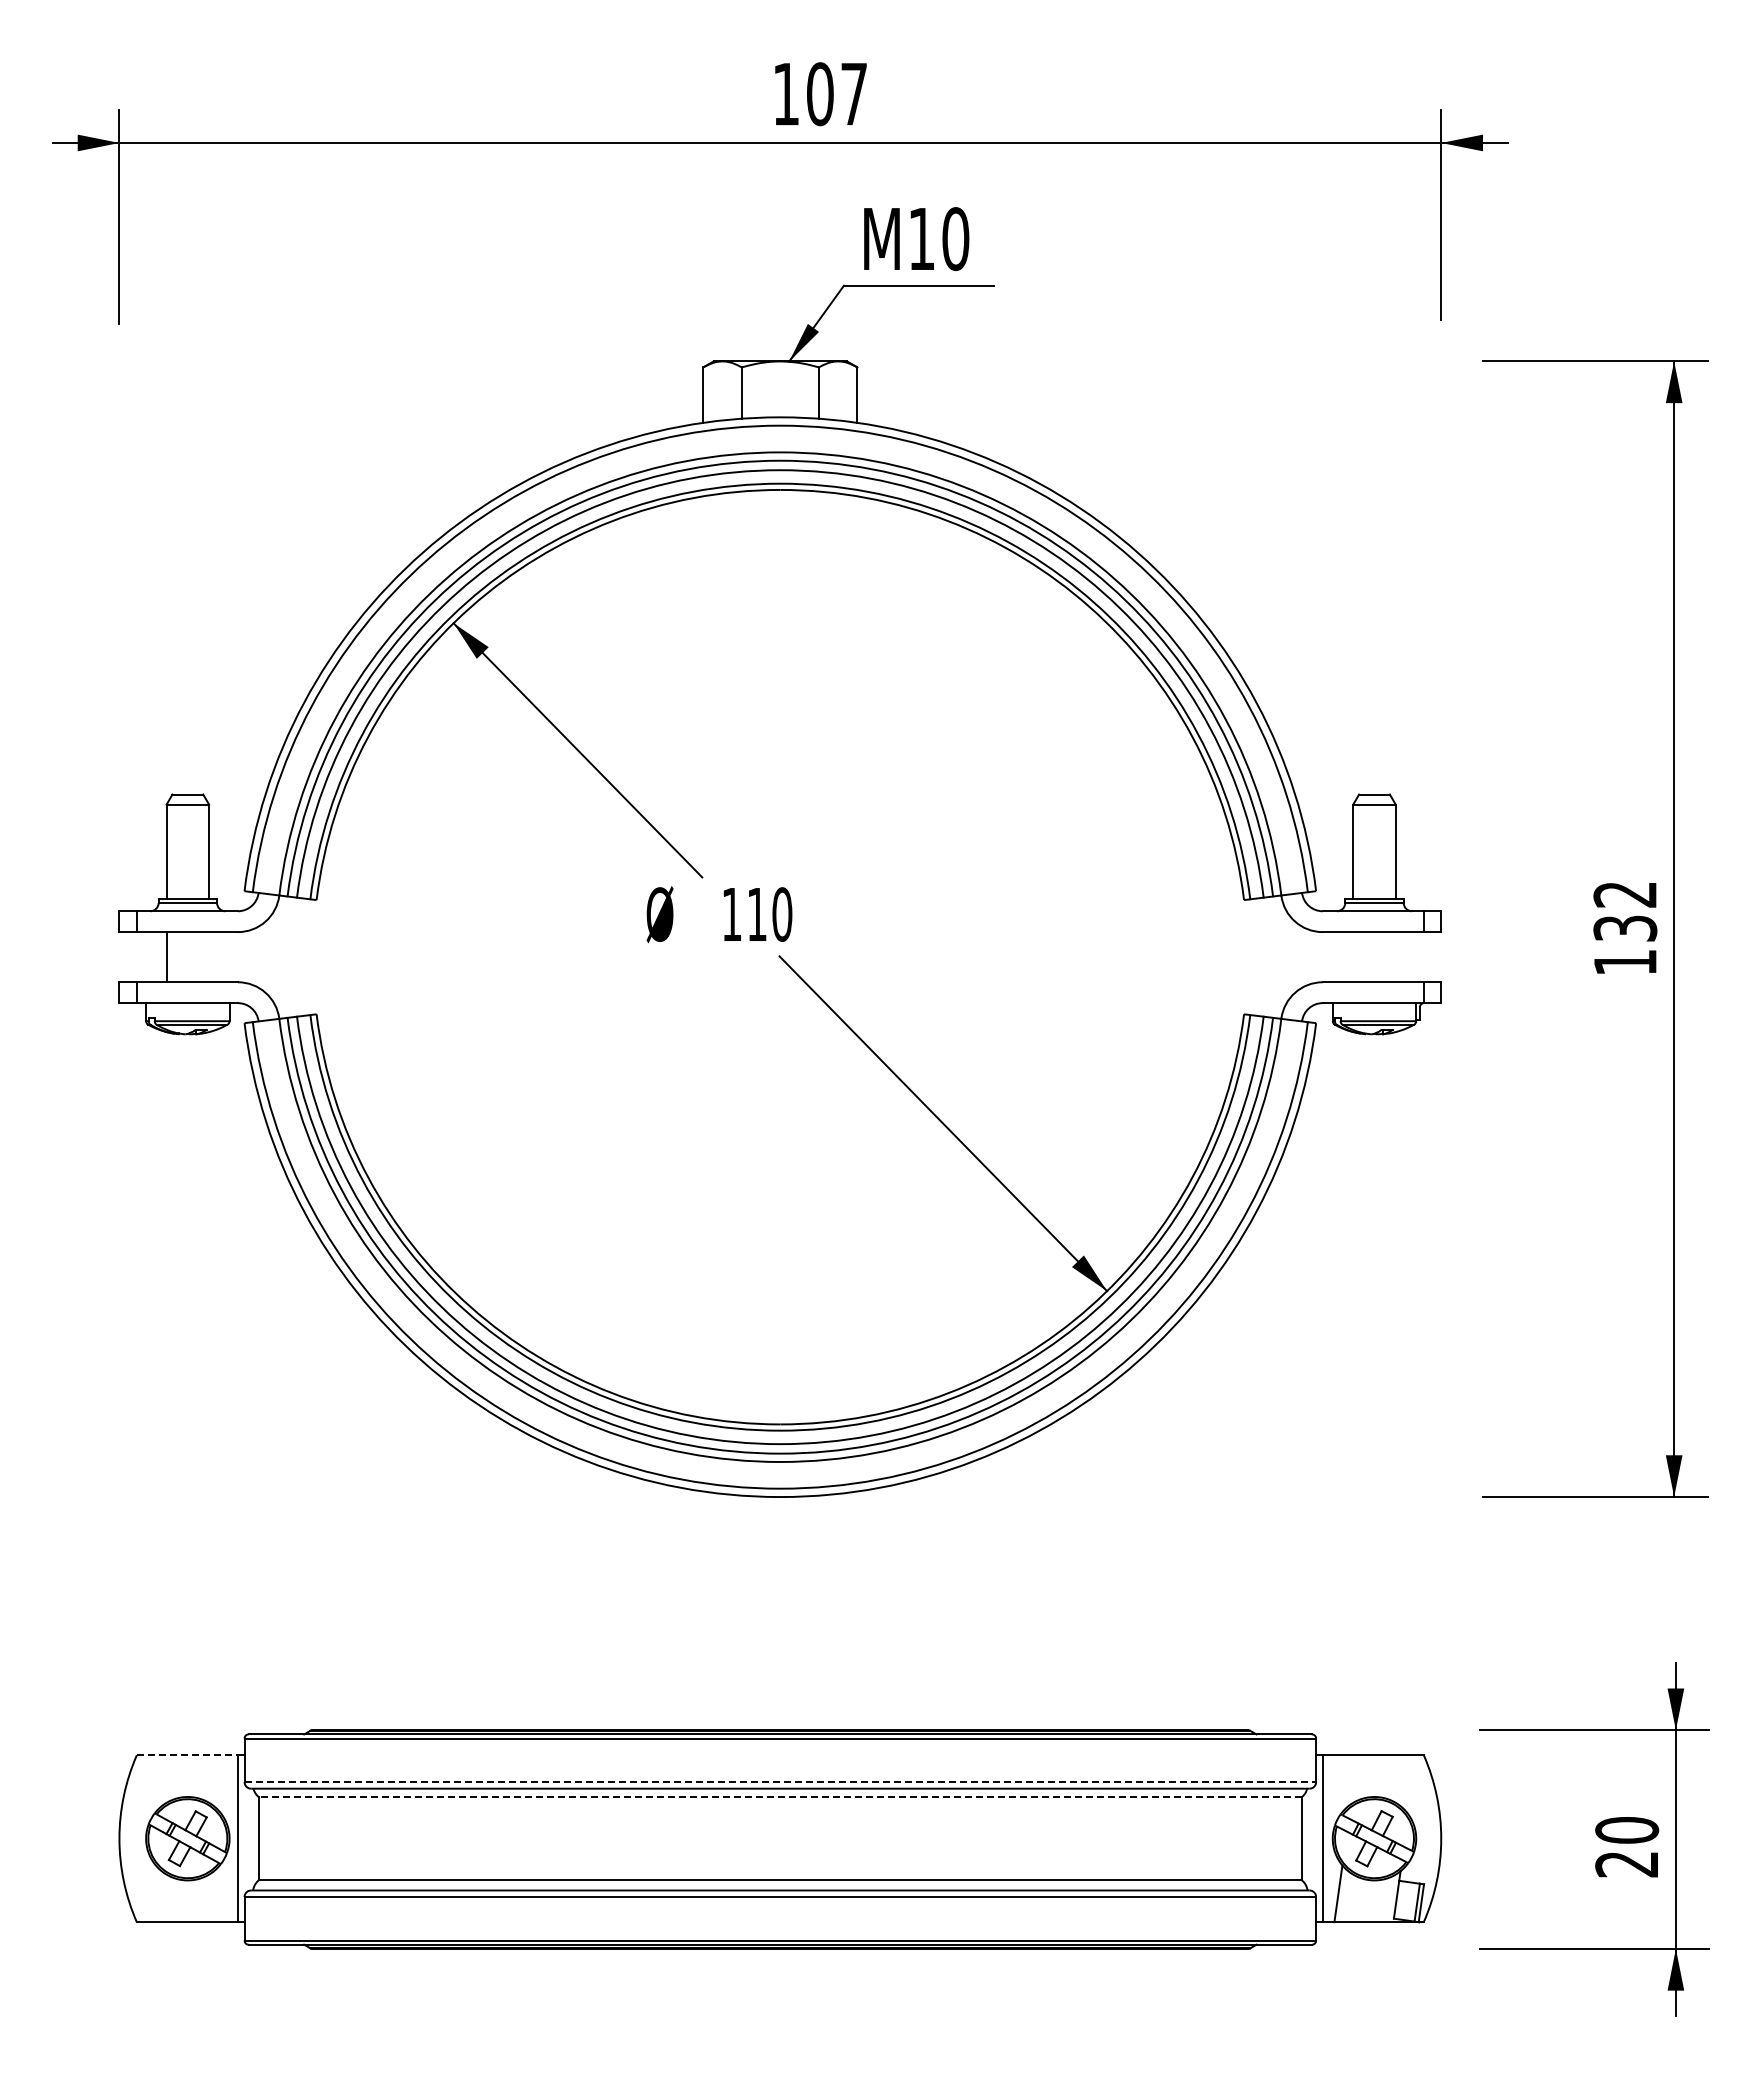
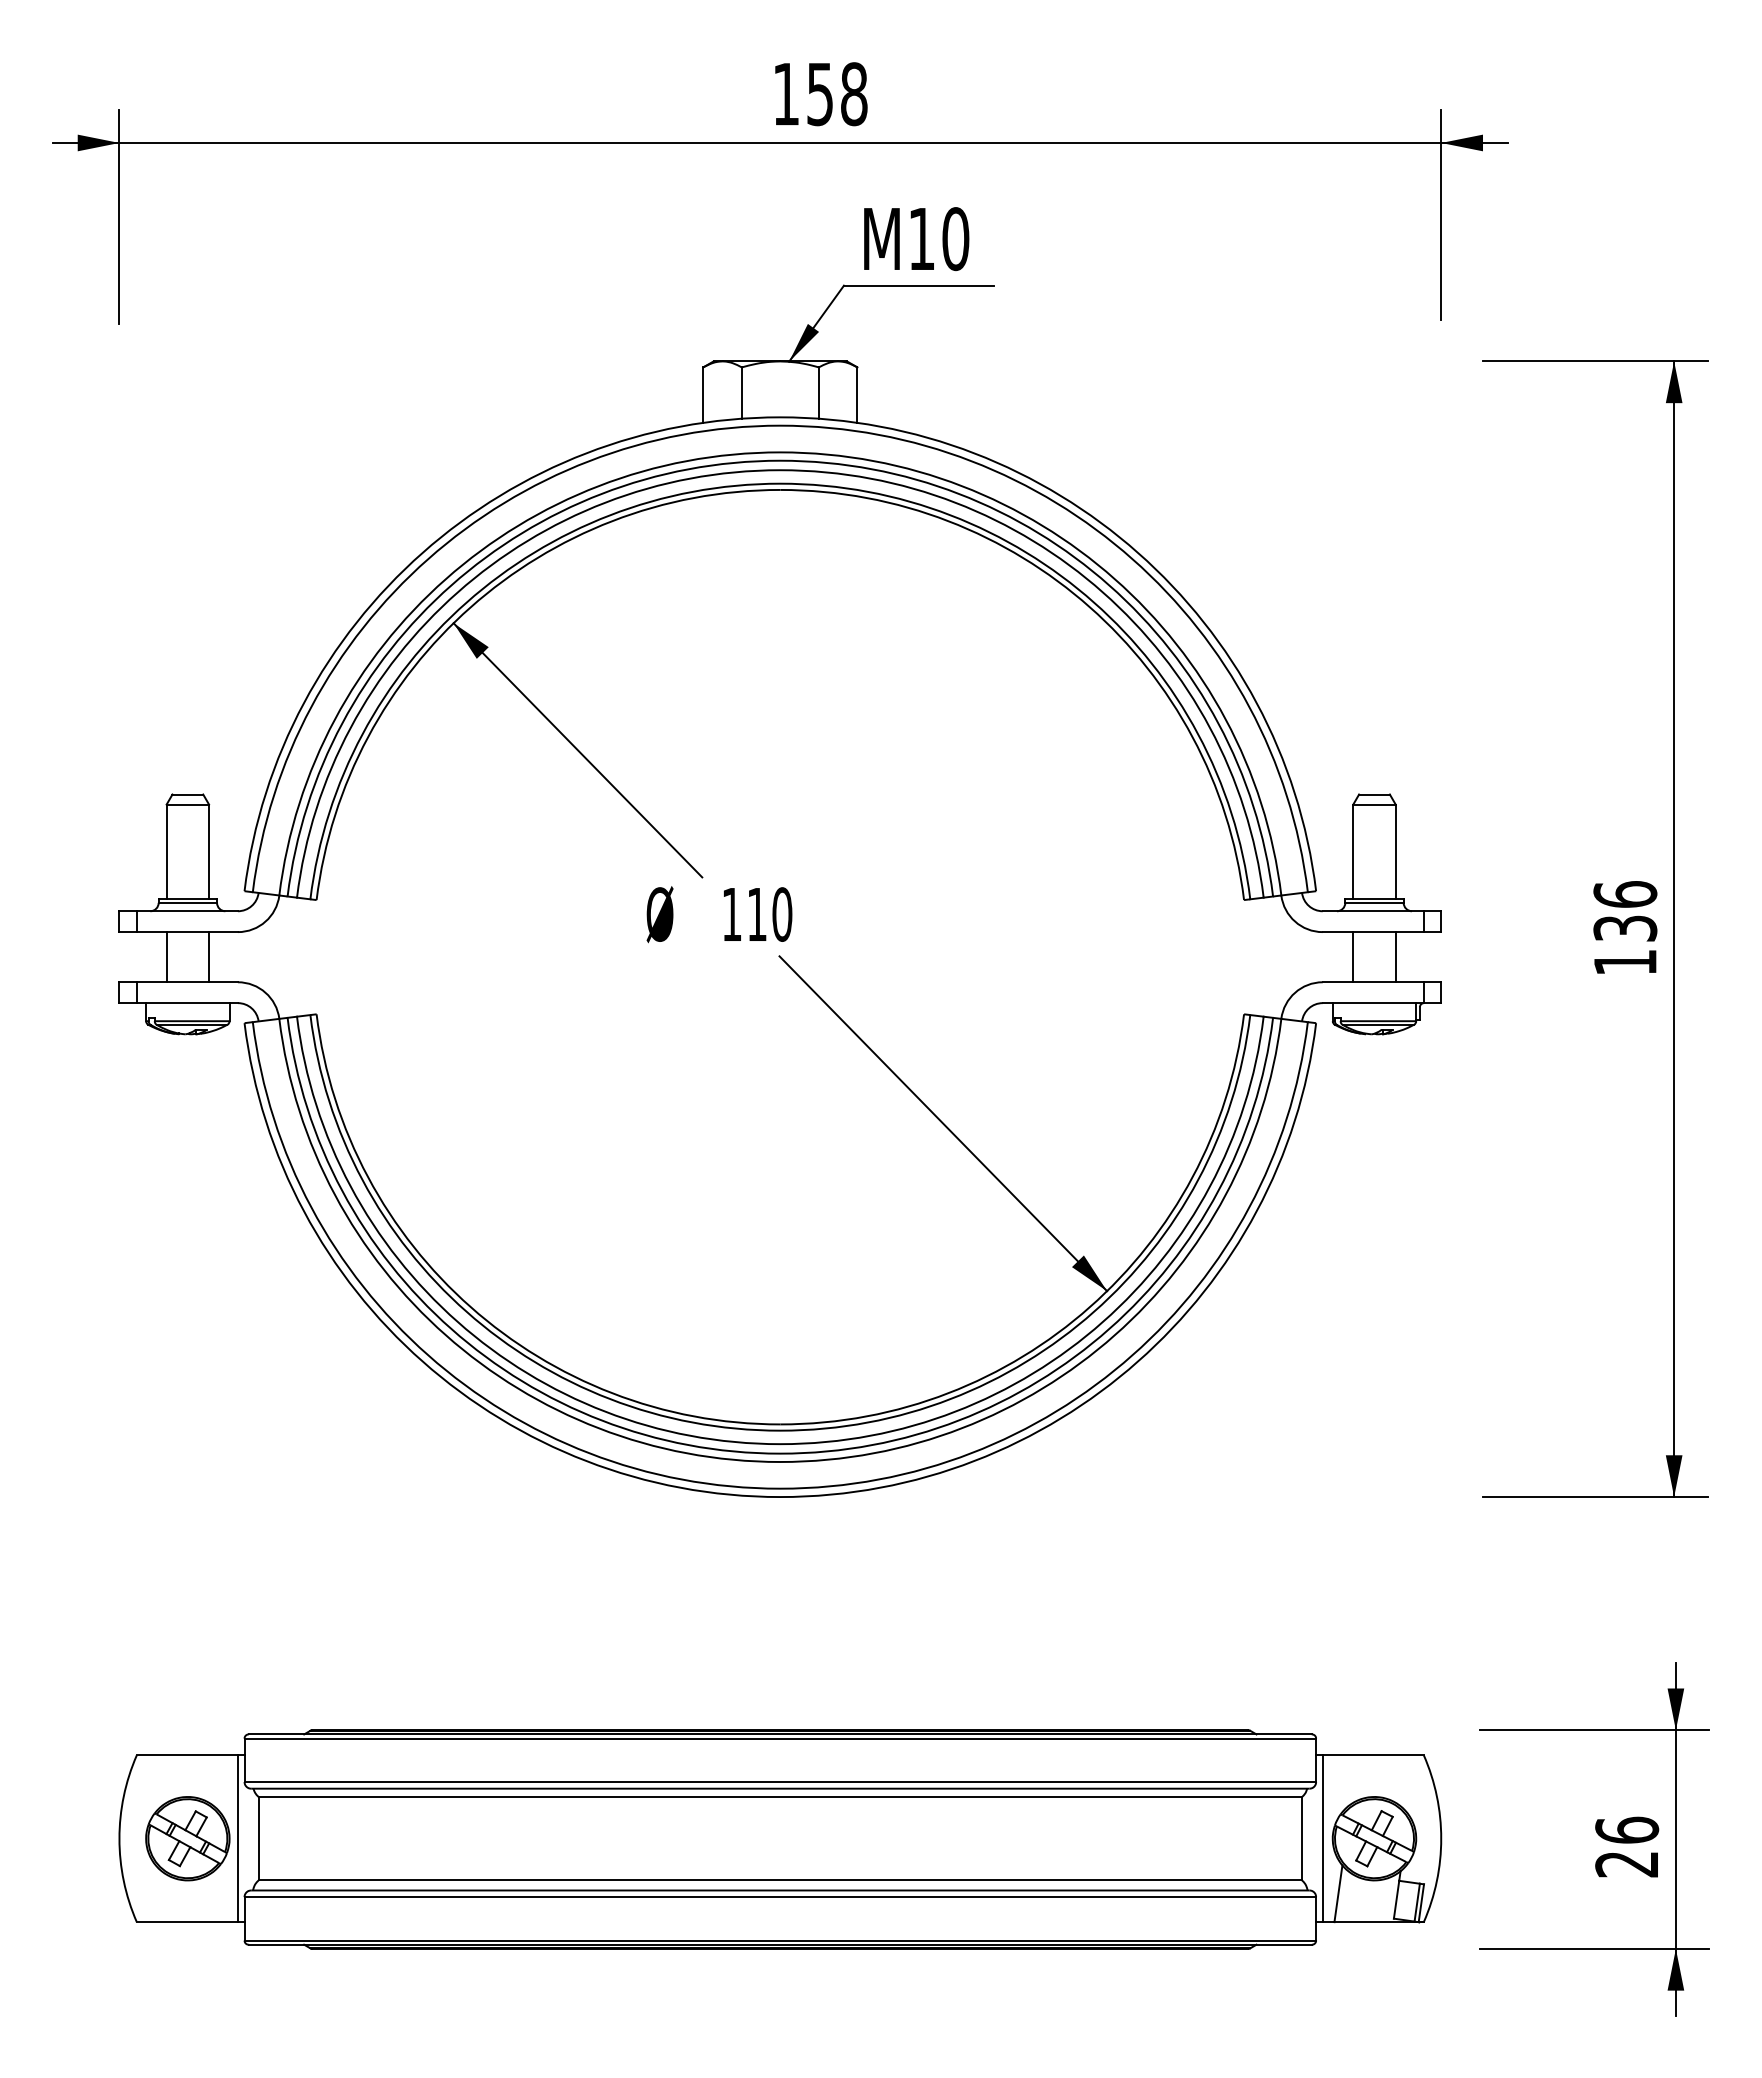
text at (837, 94): 107 -> 158
text at (1625, 894): 132 -> 136
line at (209, 957): none -> present
line at (1353, 957): none -> present
line at (1395, 957): none -> present
line at (187, 1755): dashed -> solid
line at (780, 1782): dashed -> solid
line at (780, 1796): dashed -> solid
text at (1627, 1829): 20 -> 26
